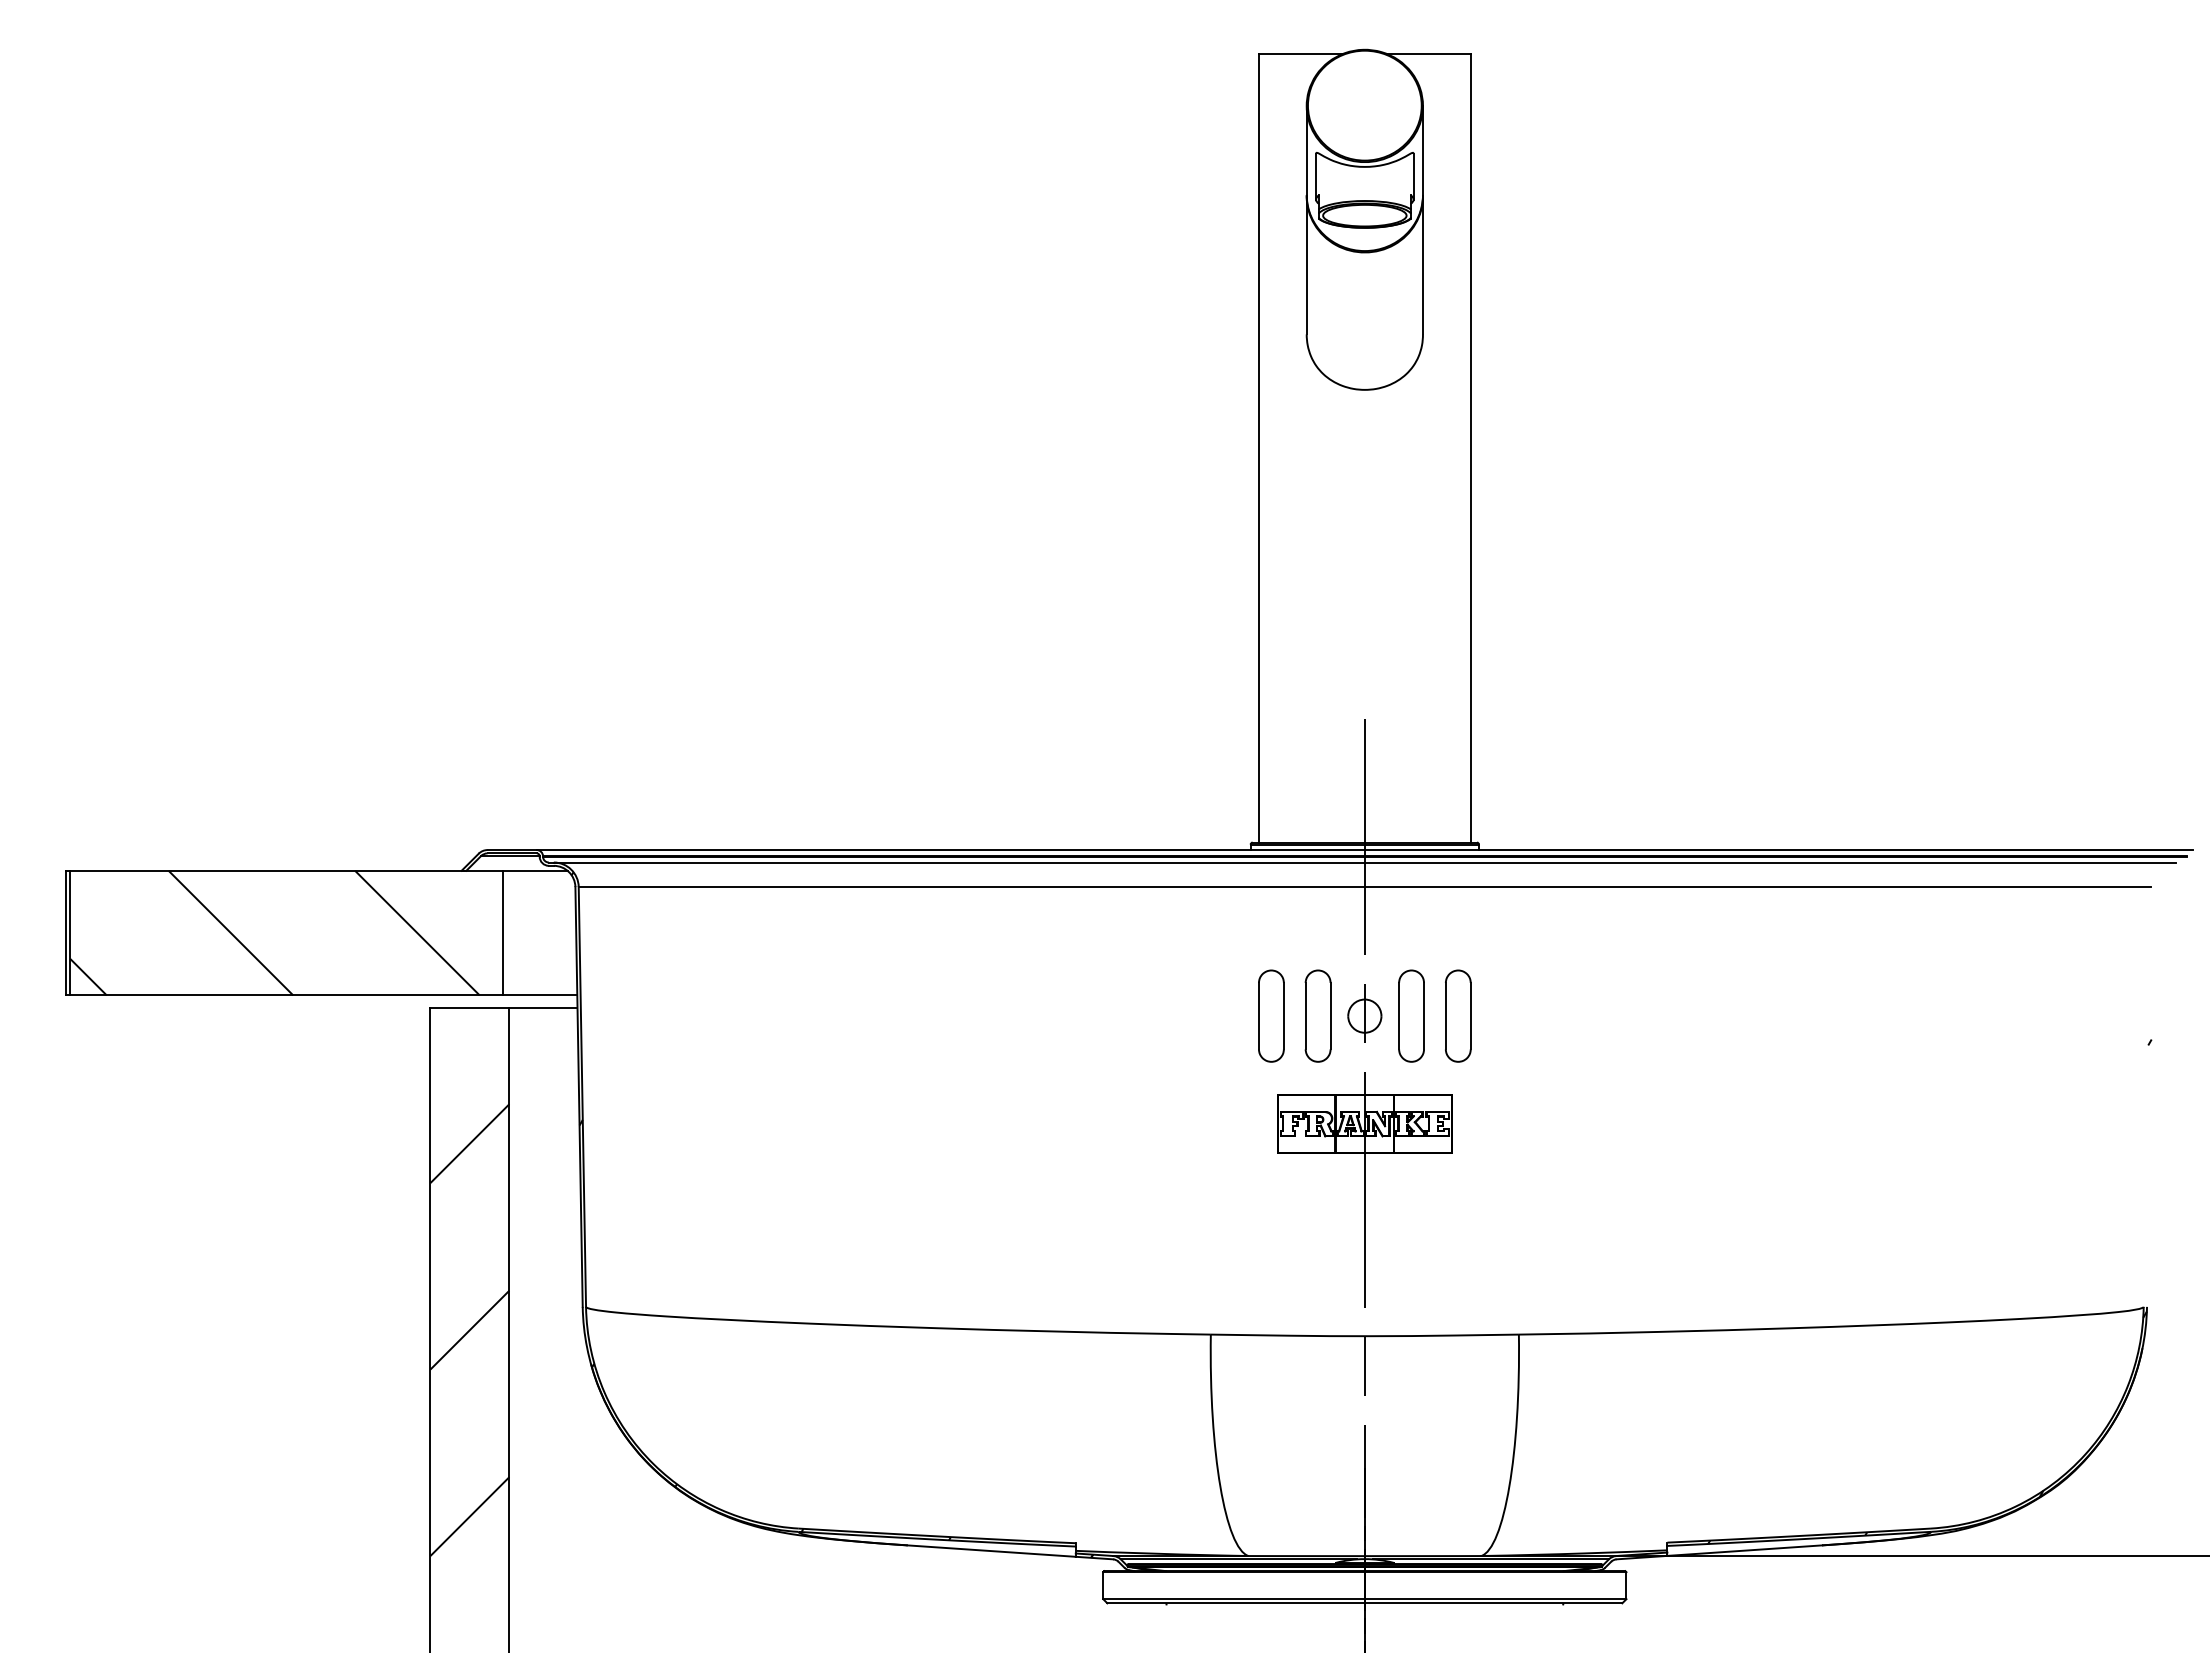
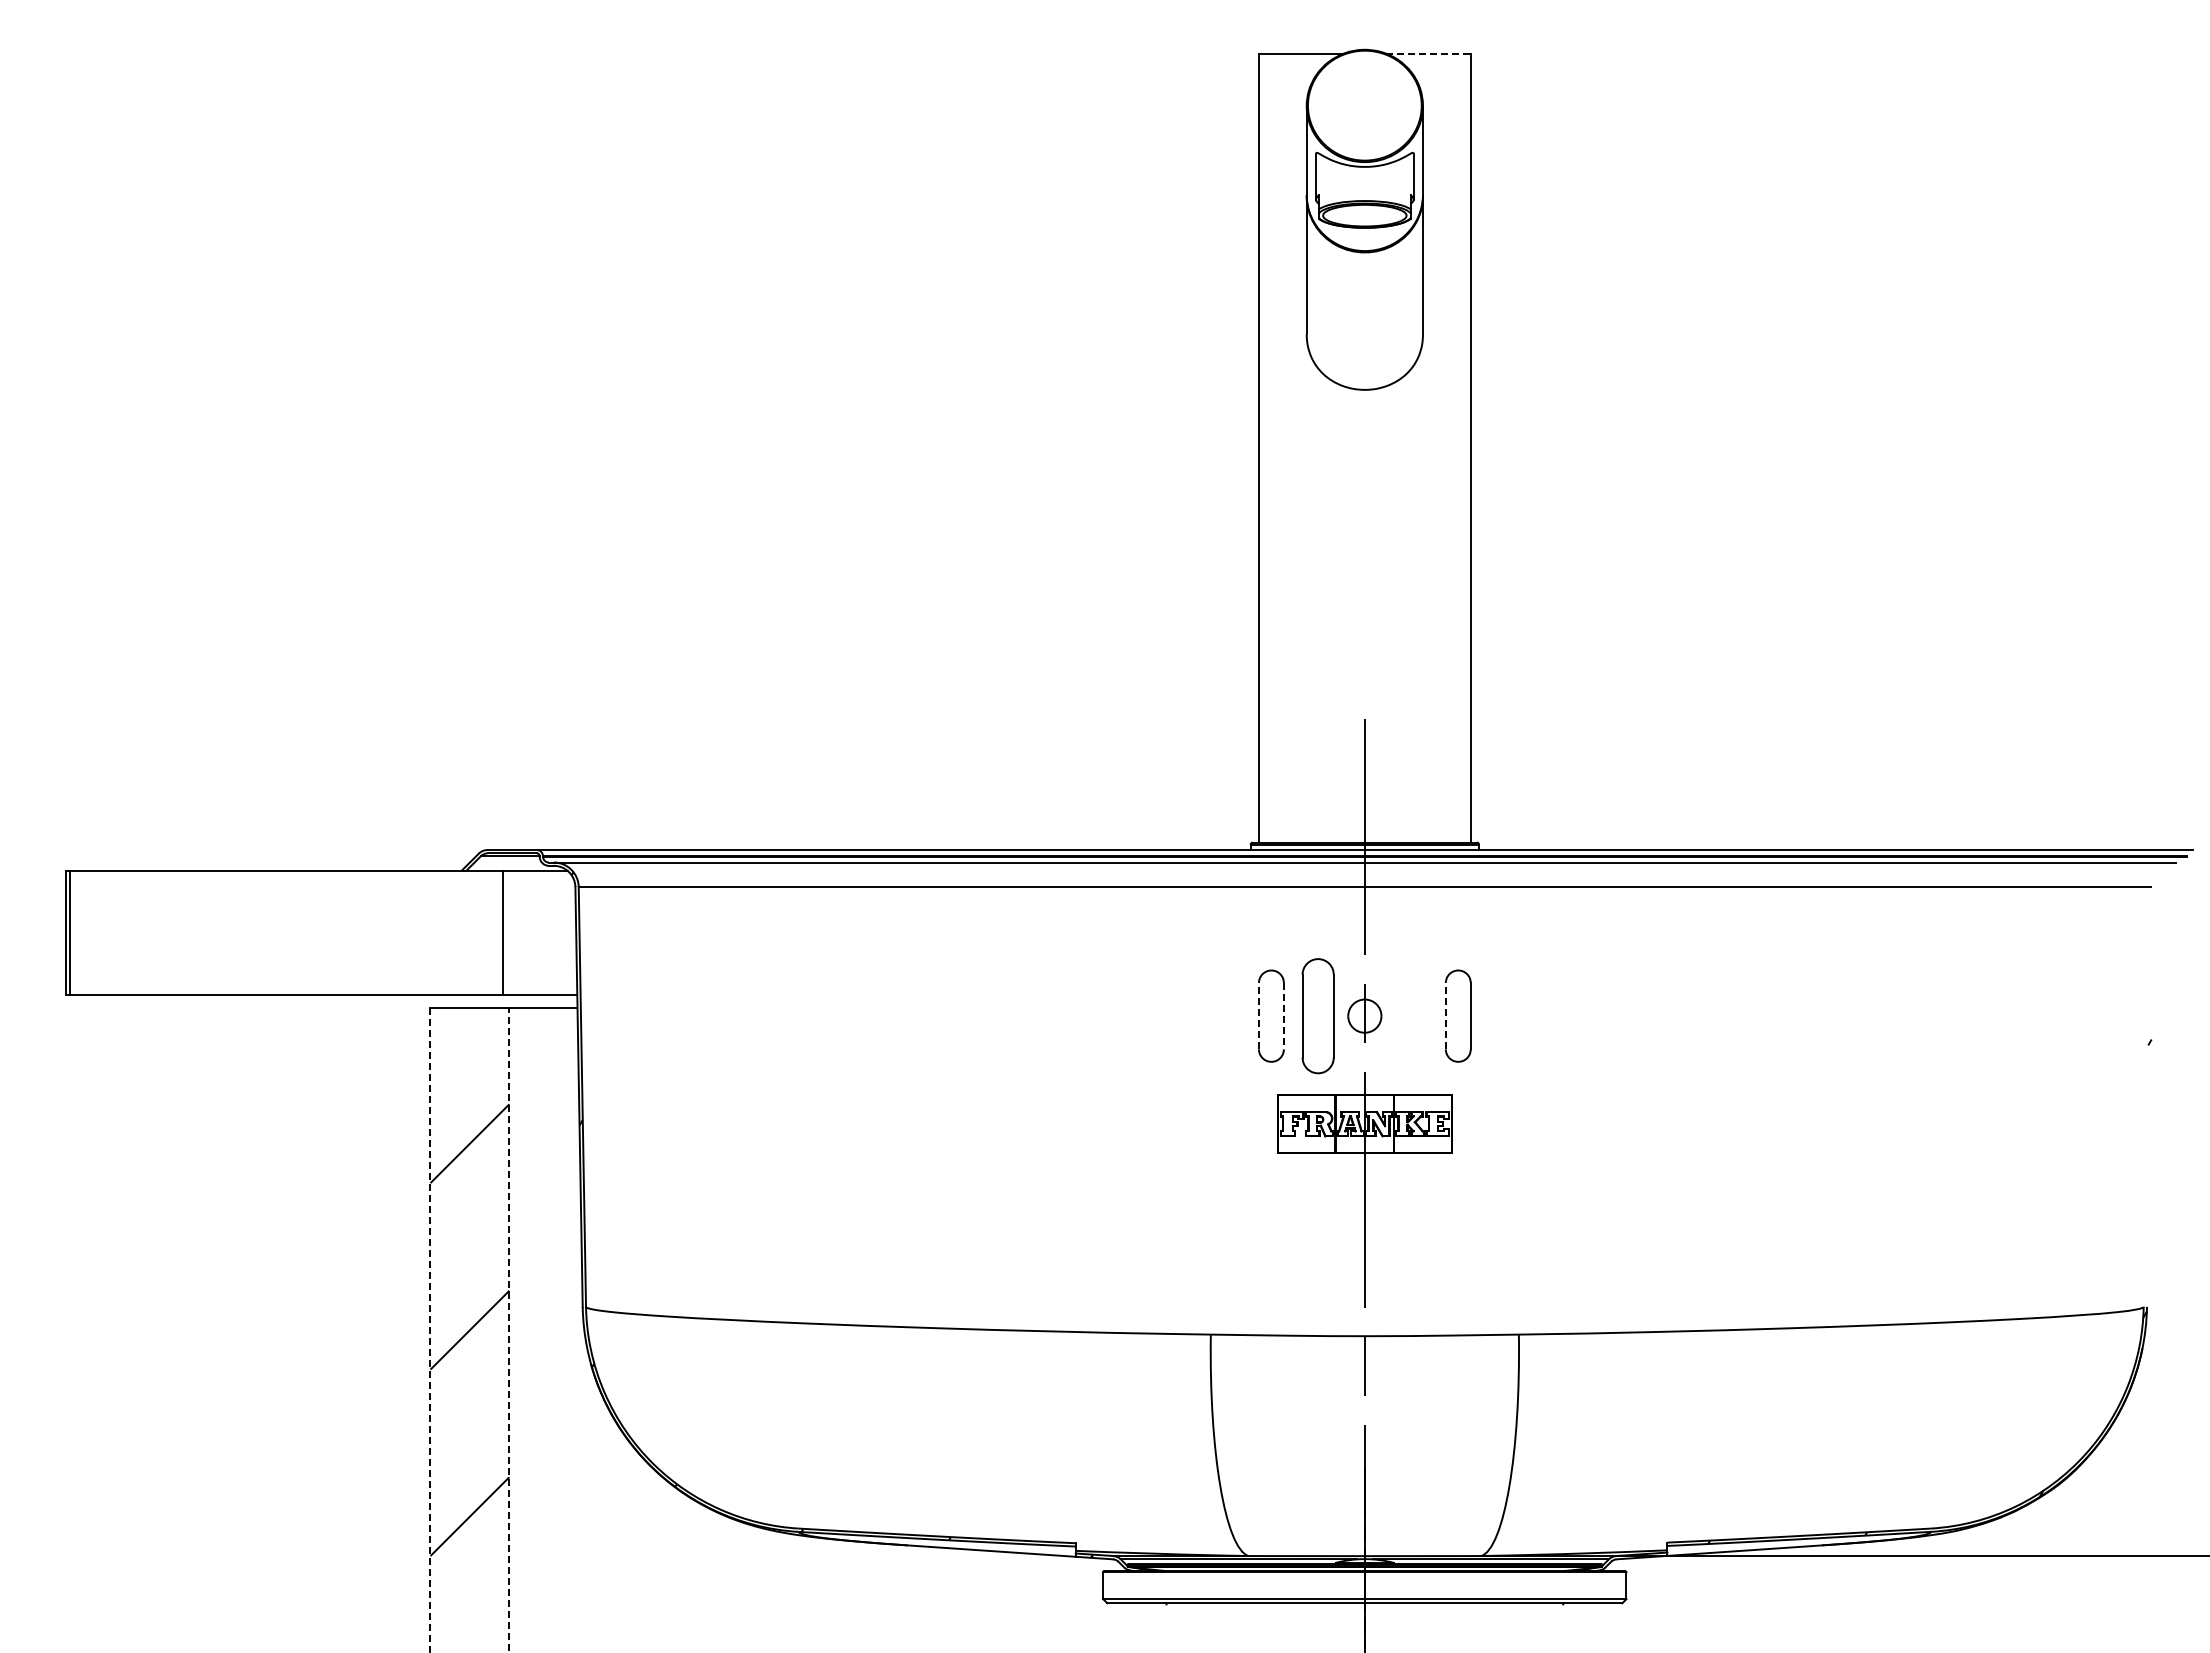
line at (1428, 53): solid -> dashed
hatch at (274, 932): present -> none
line at (1258, 1015): solid -> dashed
part at (1317, 1015) size: 28x94 px -> 34x117 px
part at (1411, 1015): present -> none
line at (1445, 1015): solid -> dashed
line at (1283, 1016): solid -> dashed
line at (509, 1329): solid -> dashed
line at (430, 1330): solid -> dashed
